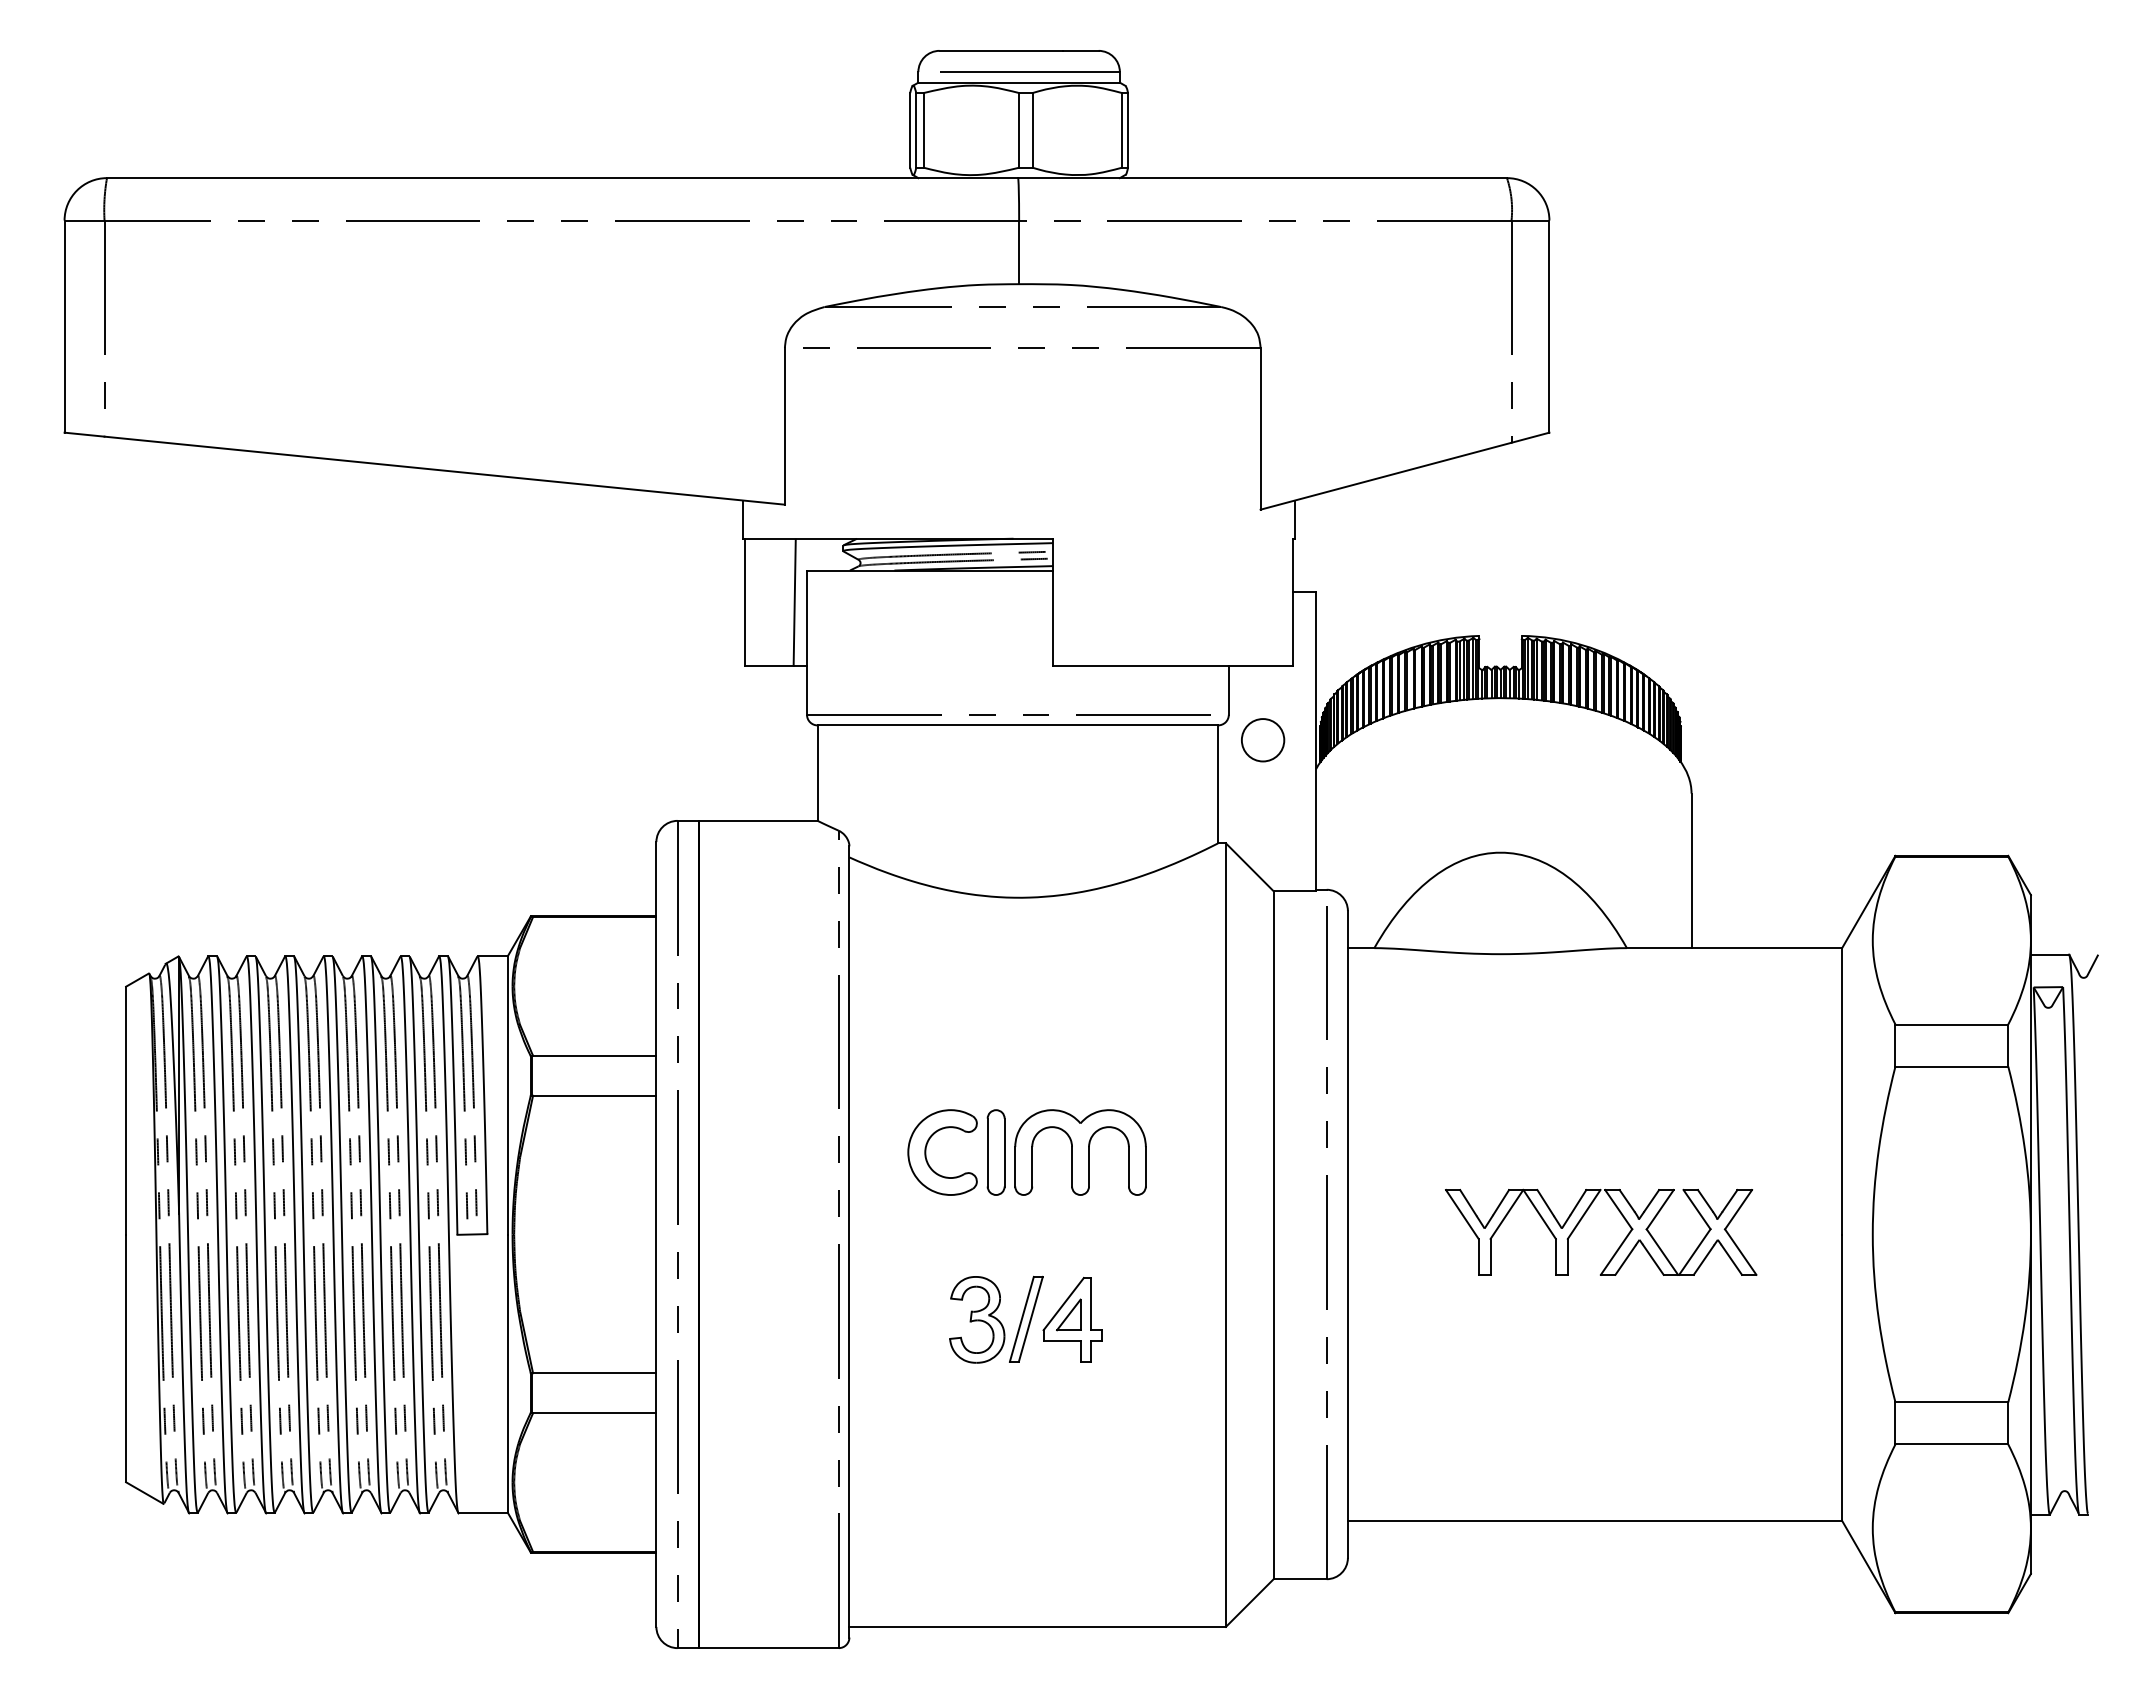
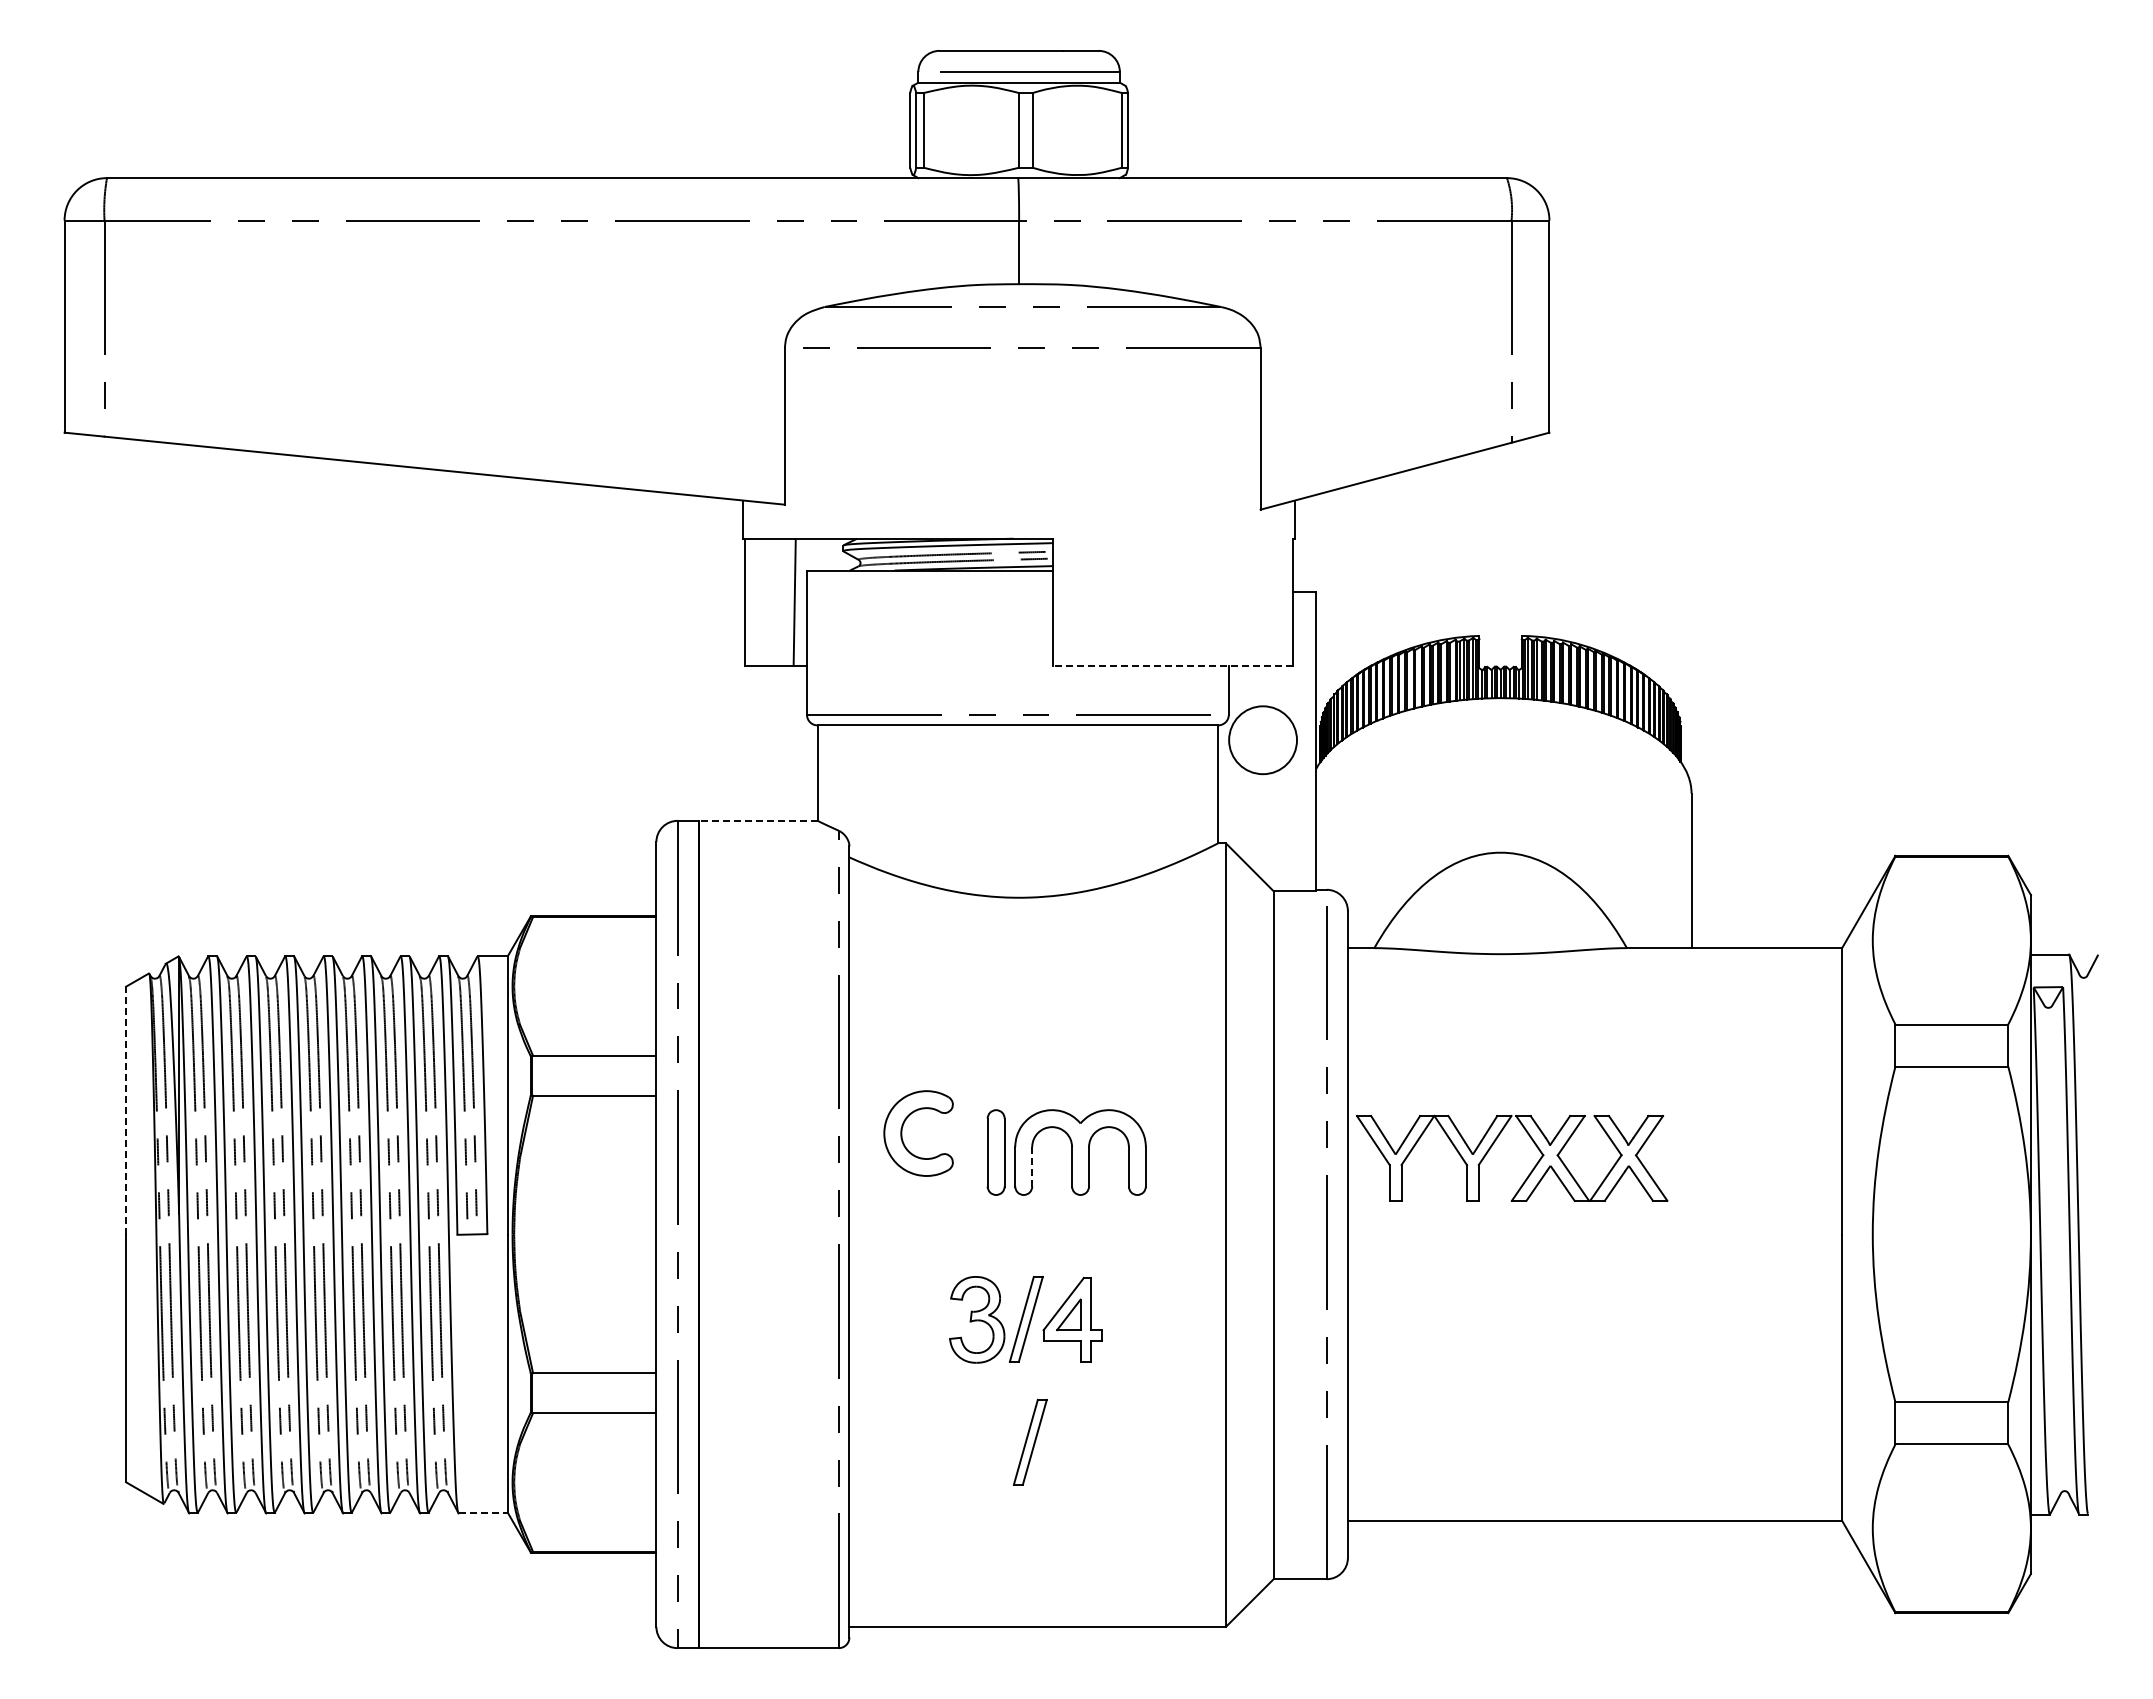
line at (1172, 666): solid -> dashed
circle at (1262, 740) diameter: 42 px -> 68 px
line at (757, 820): solid -> dashed
line at (126, 1110): solid -> dashed
part at (926, 1152) position: (926, 1152) -> (902, 1133)
line at (1032, 1166): solid -> dashed
part at (1583, 1217) position: (1583, 1217) -> (1494, 1143)
part at (1030, 1441): none -> present
line at (483, 1512): solid -> dashed
